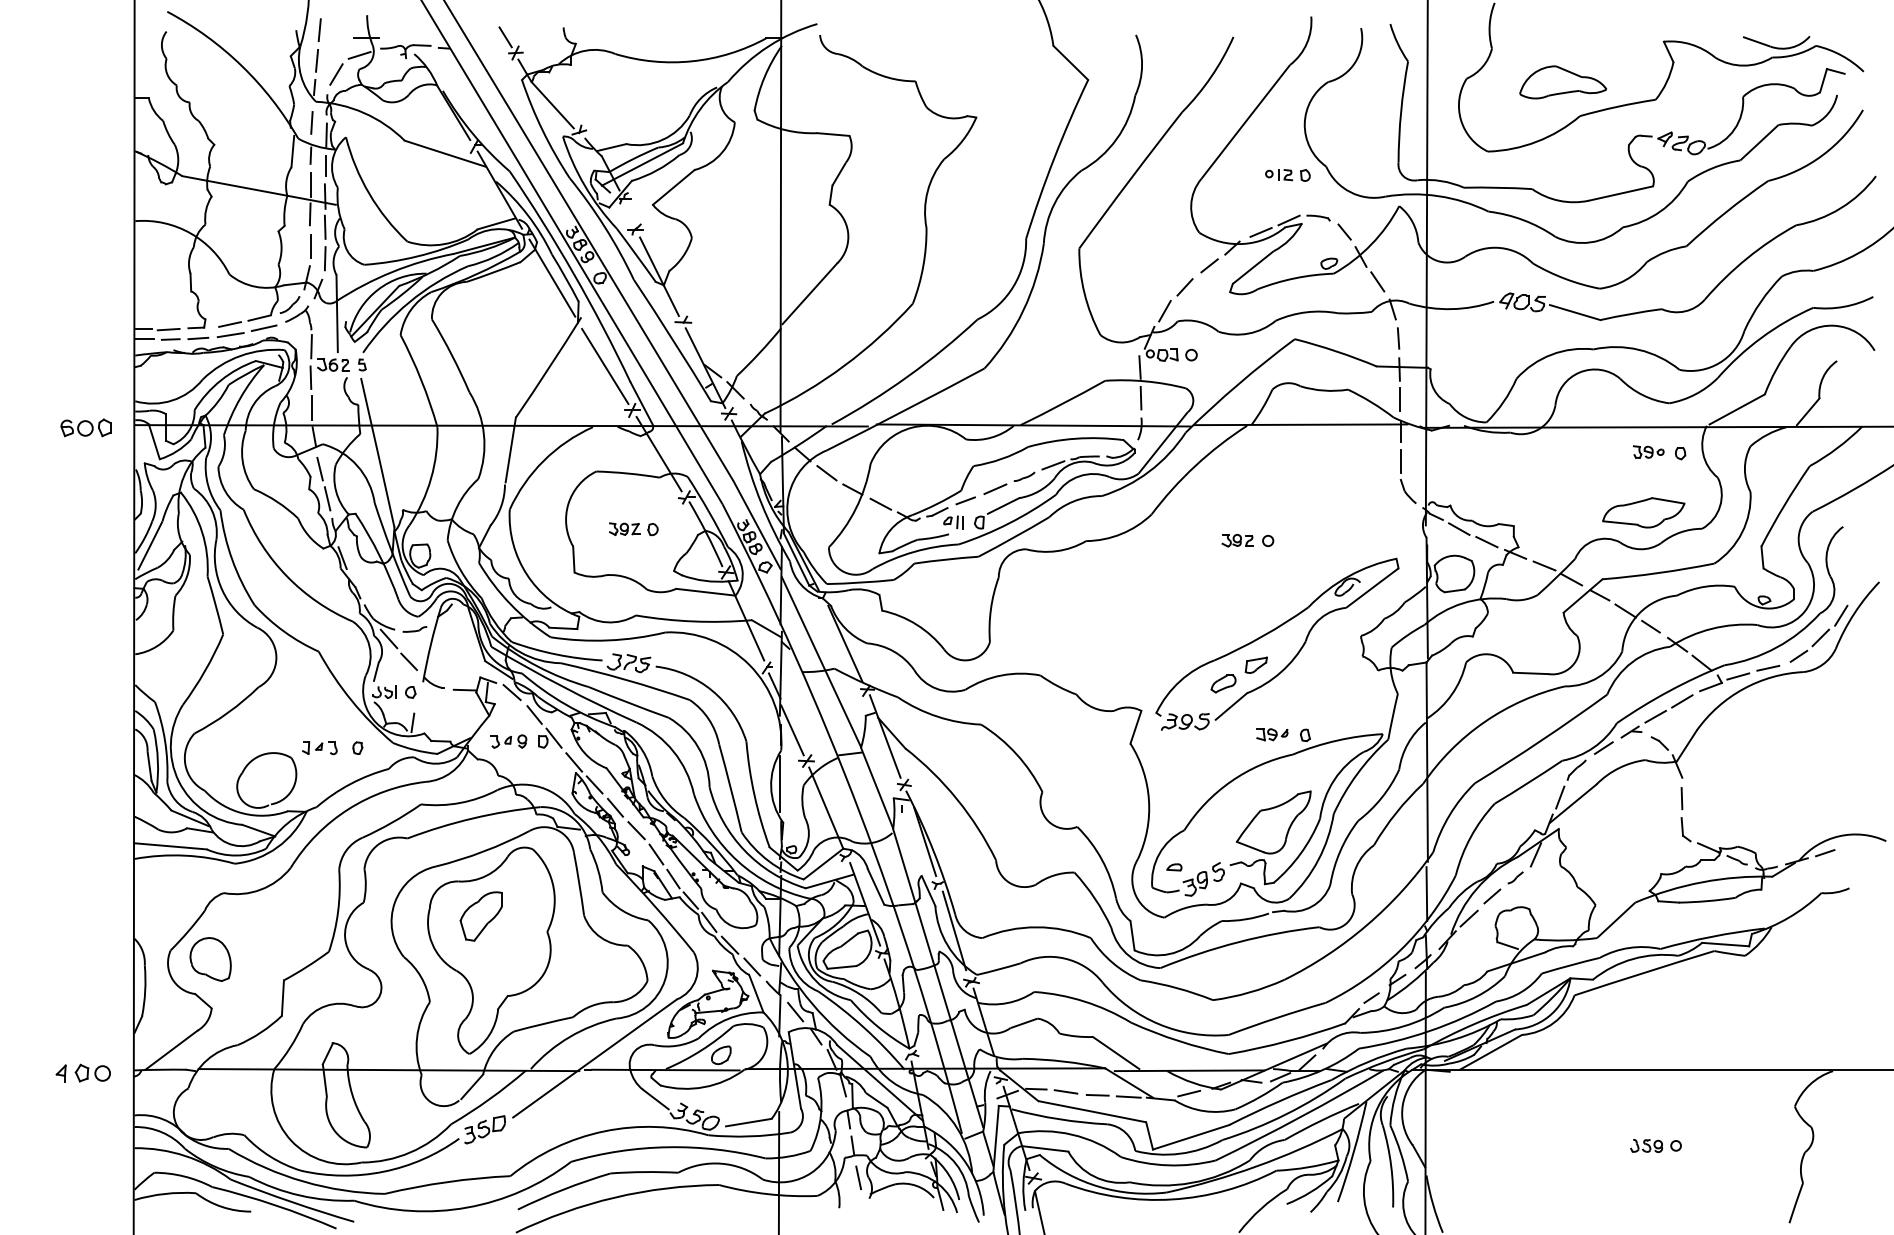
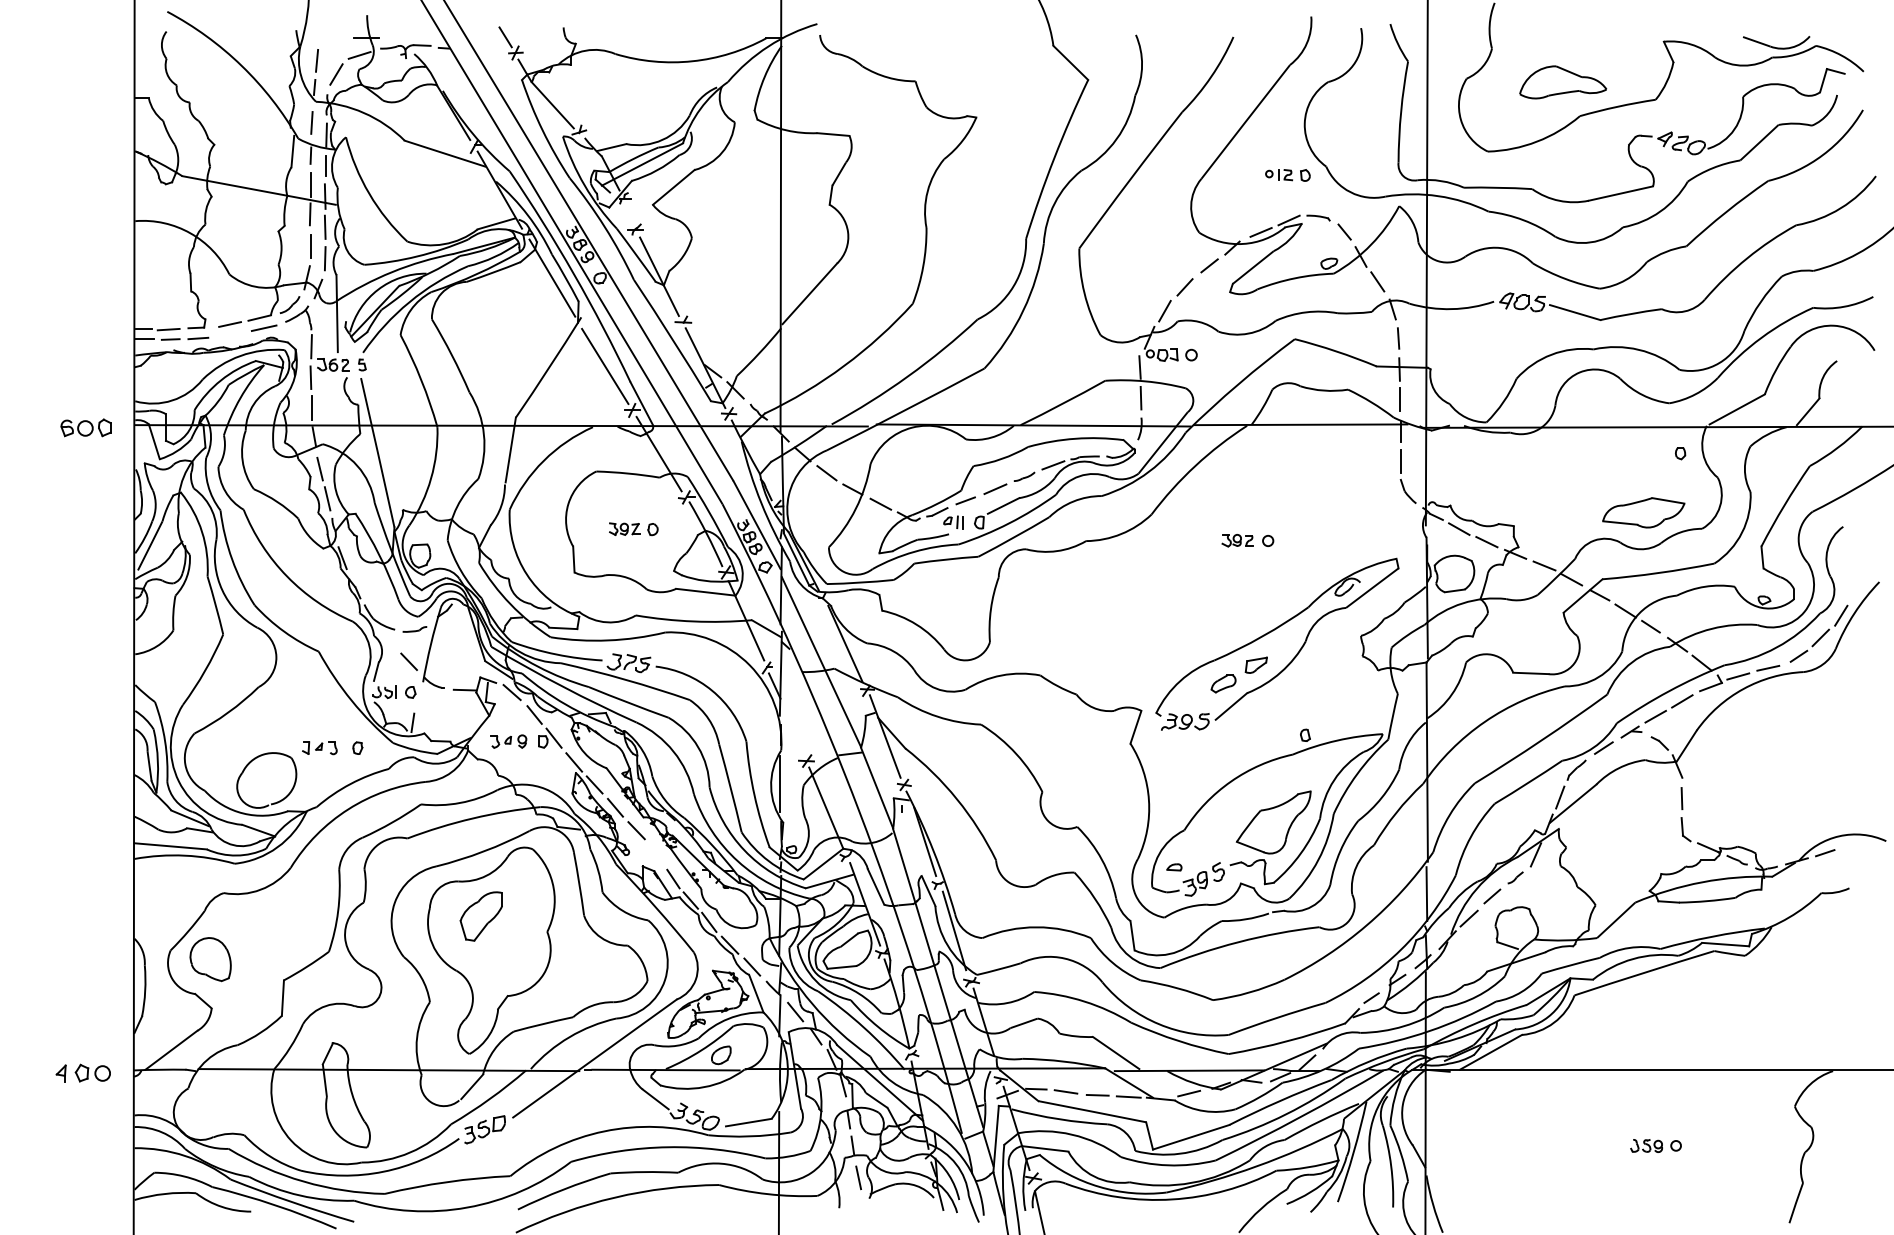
line at (319, 29): present -> none
line at (230, 335): present -> none
part at (1648, 451): present -> none
line at (388, 638): present -> none
line at (792, 730): present -> none
part at (1272, 734): present -> none
line at (656, 854): present -> none
